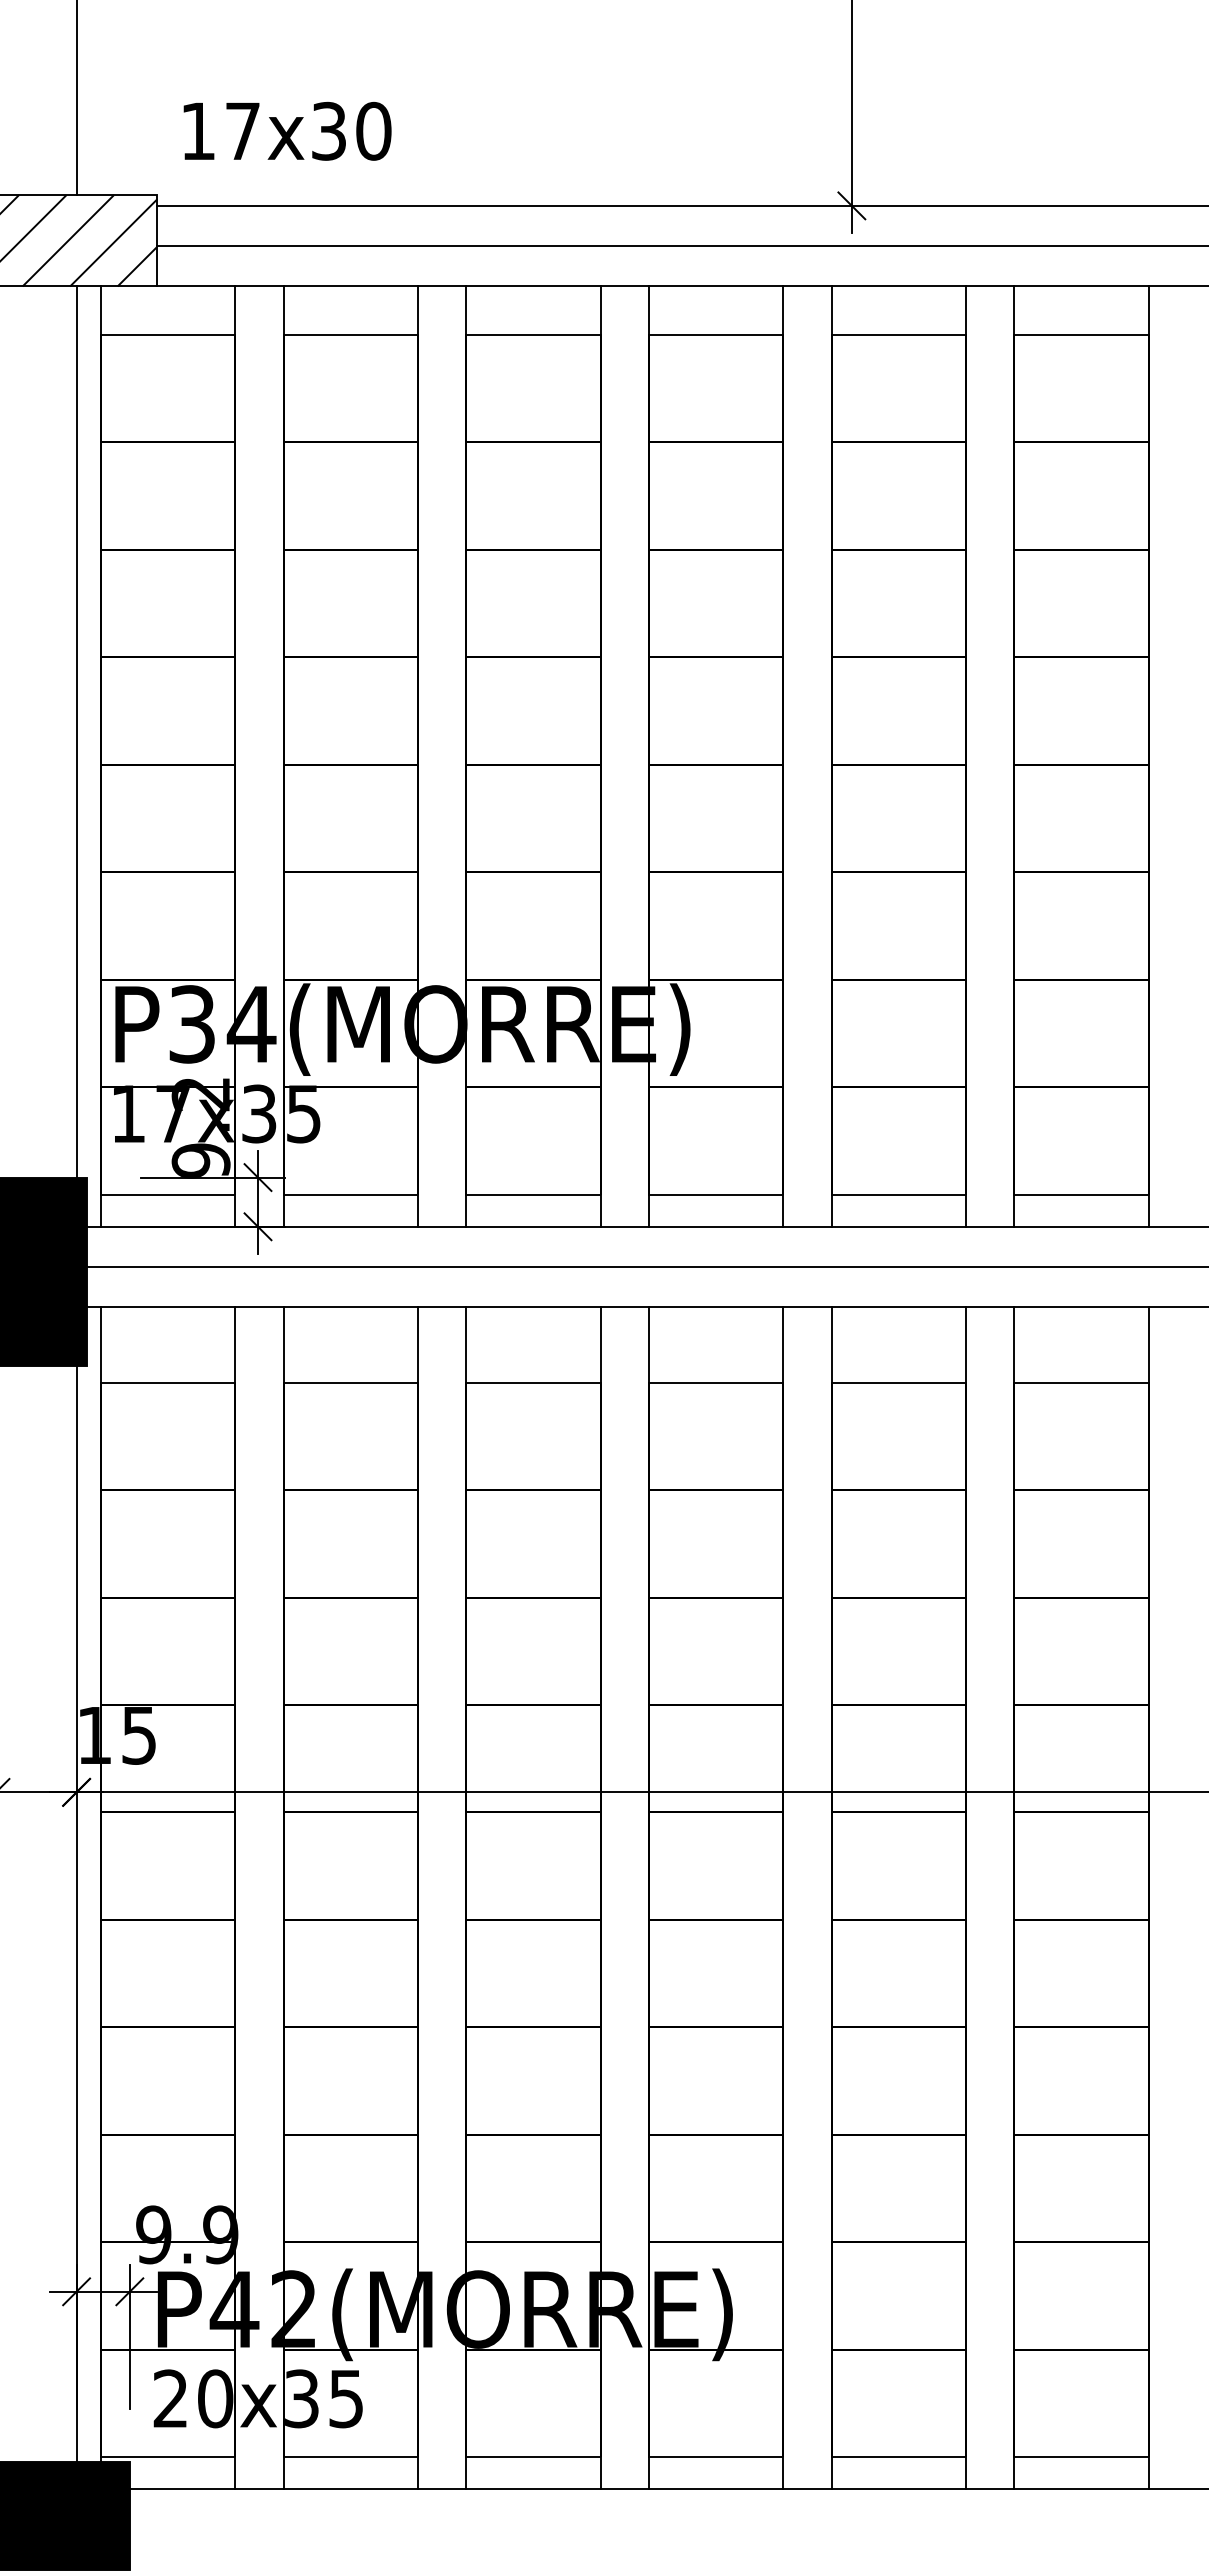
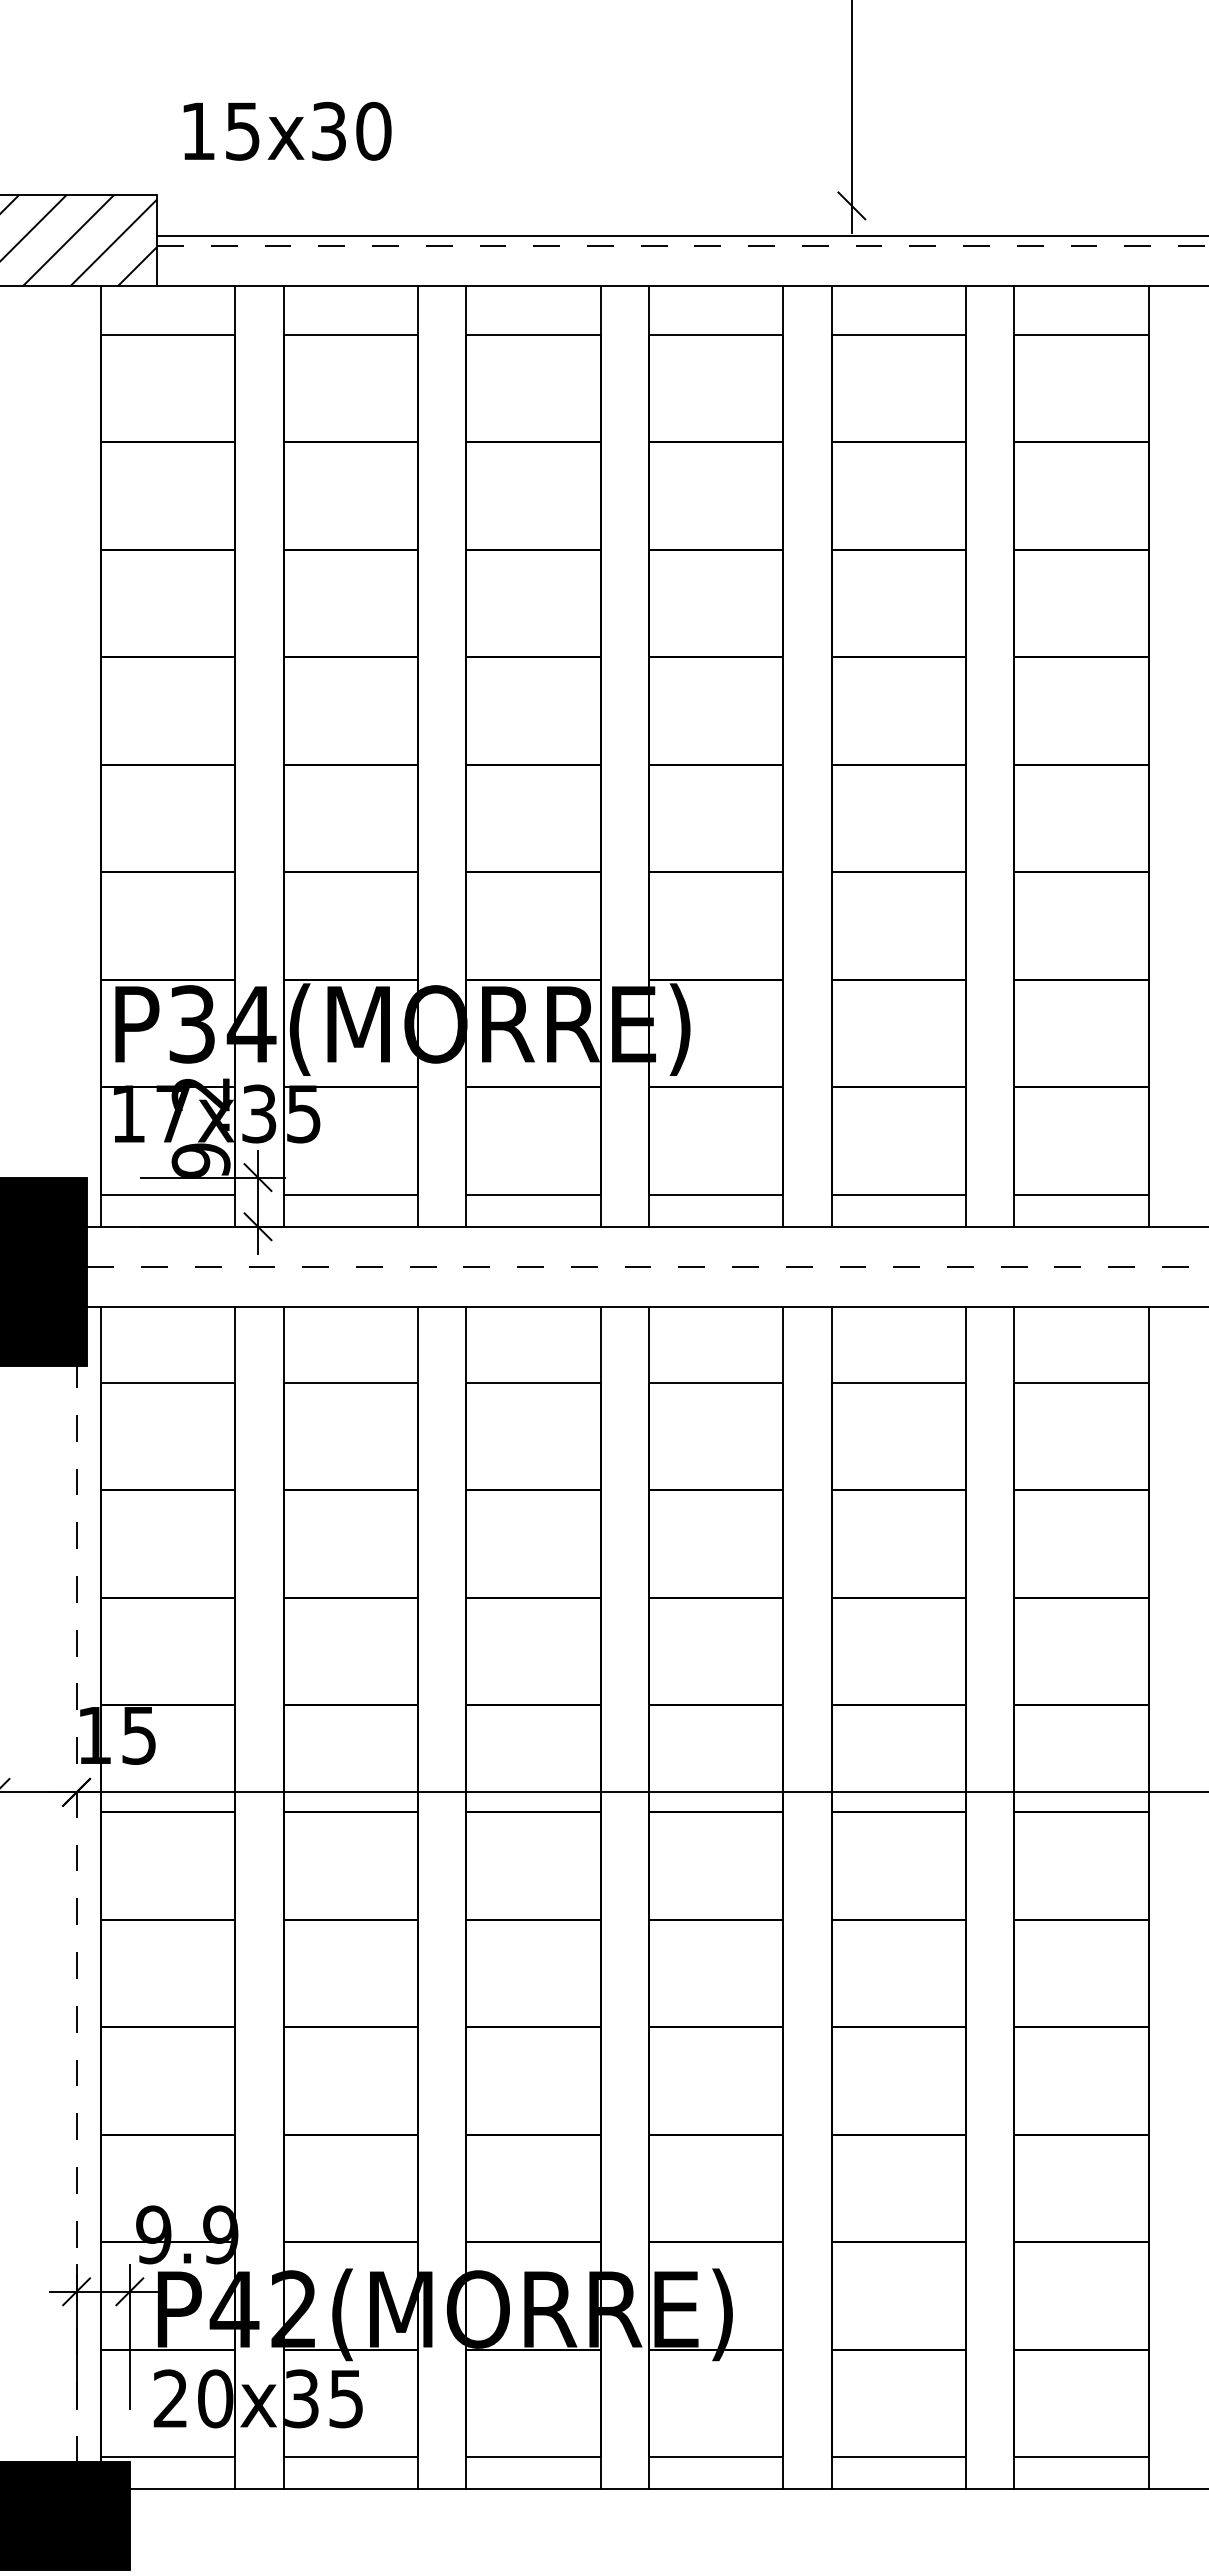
line at (76, 98): present -> none
text at (242, 131): 17x30 -> 15x30
line at (681, 205) position: (681, 205) -> (681, 235)
line at (682, 246): solid -> dashed
line at (76, 731): present -> none
line at (648, 1267): solid -> dashed
line at (76, 1913): solid -> dashed
